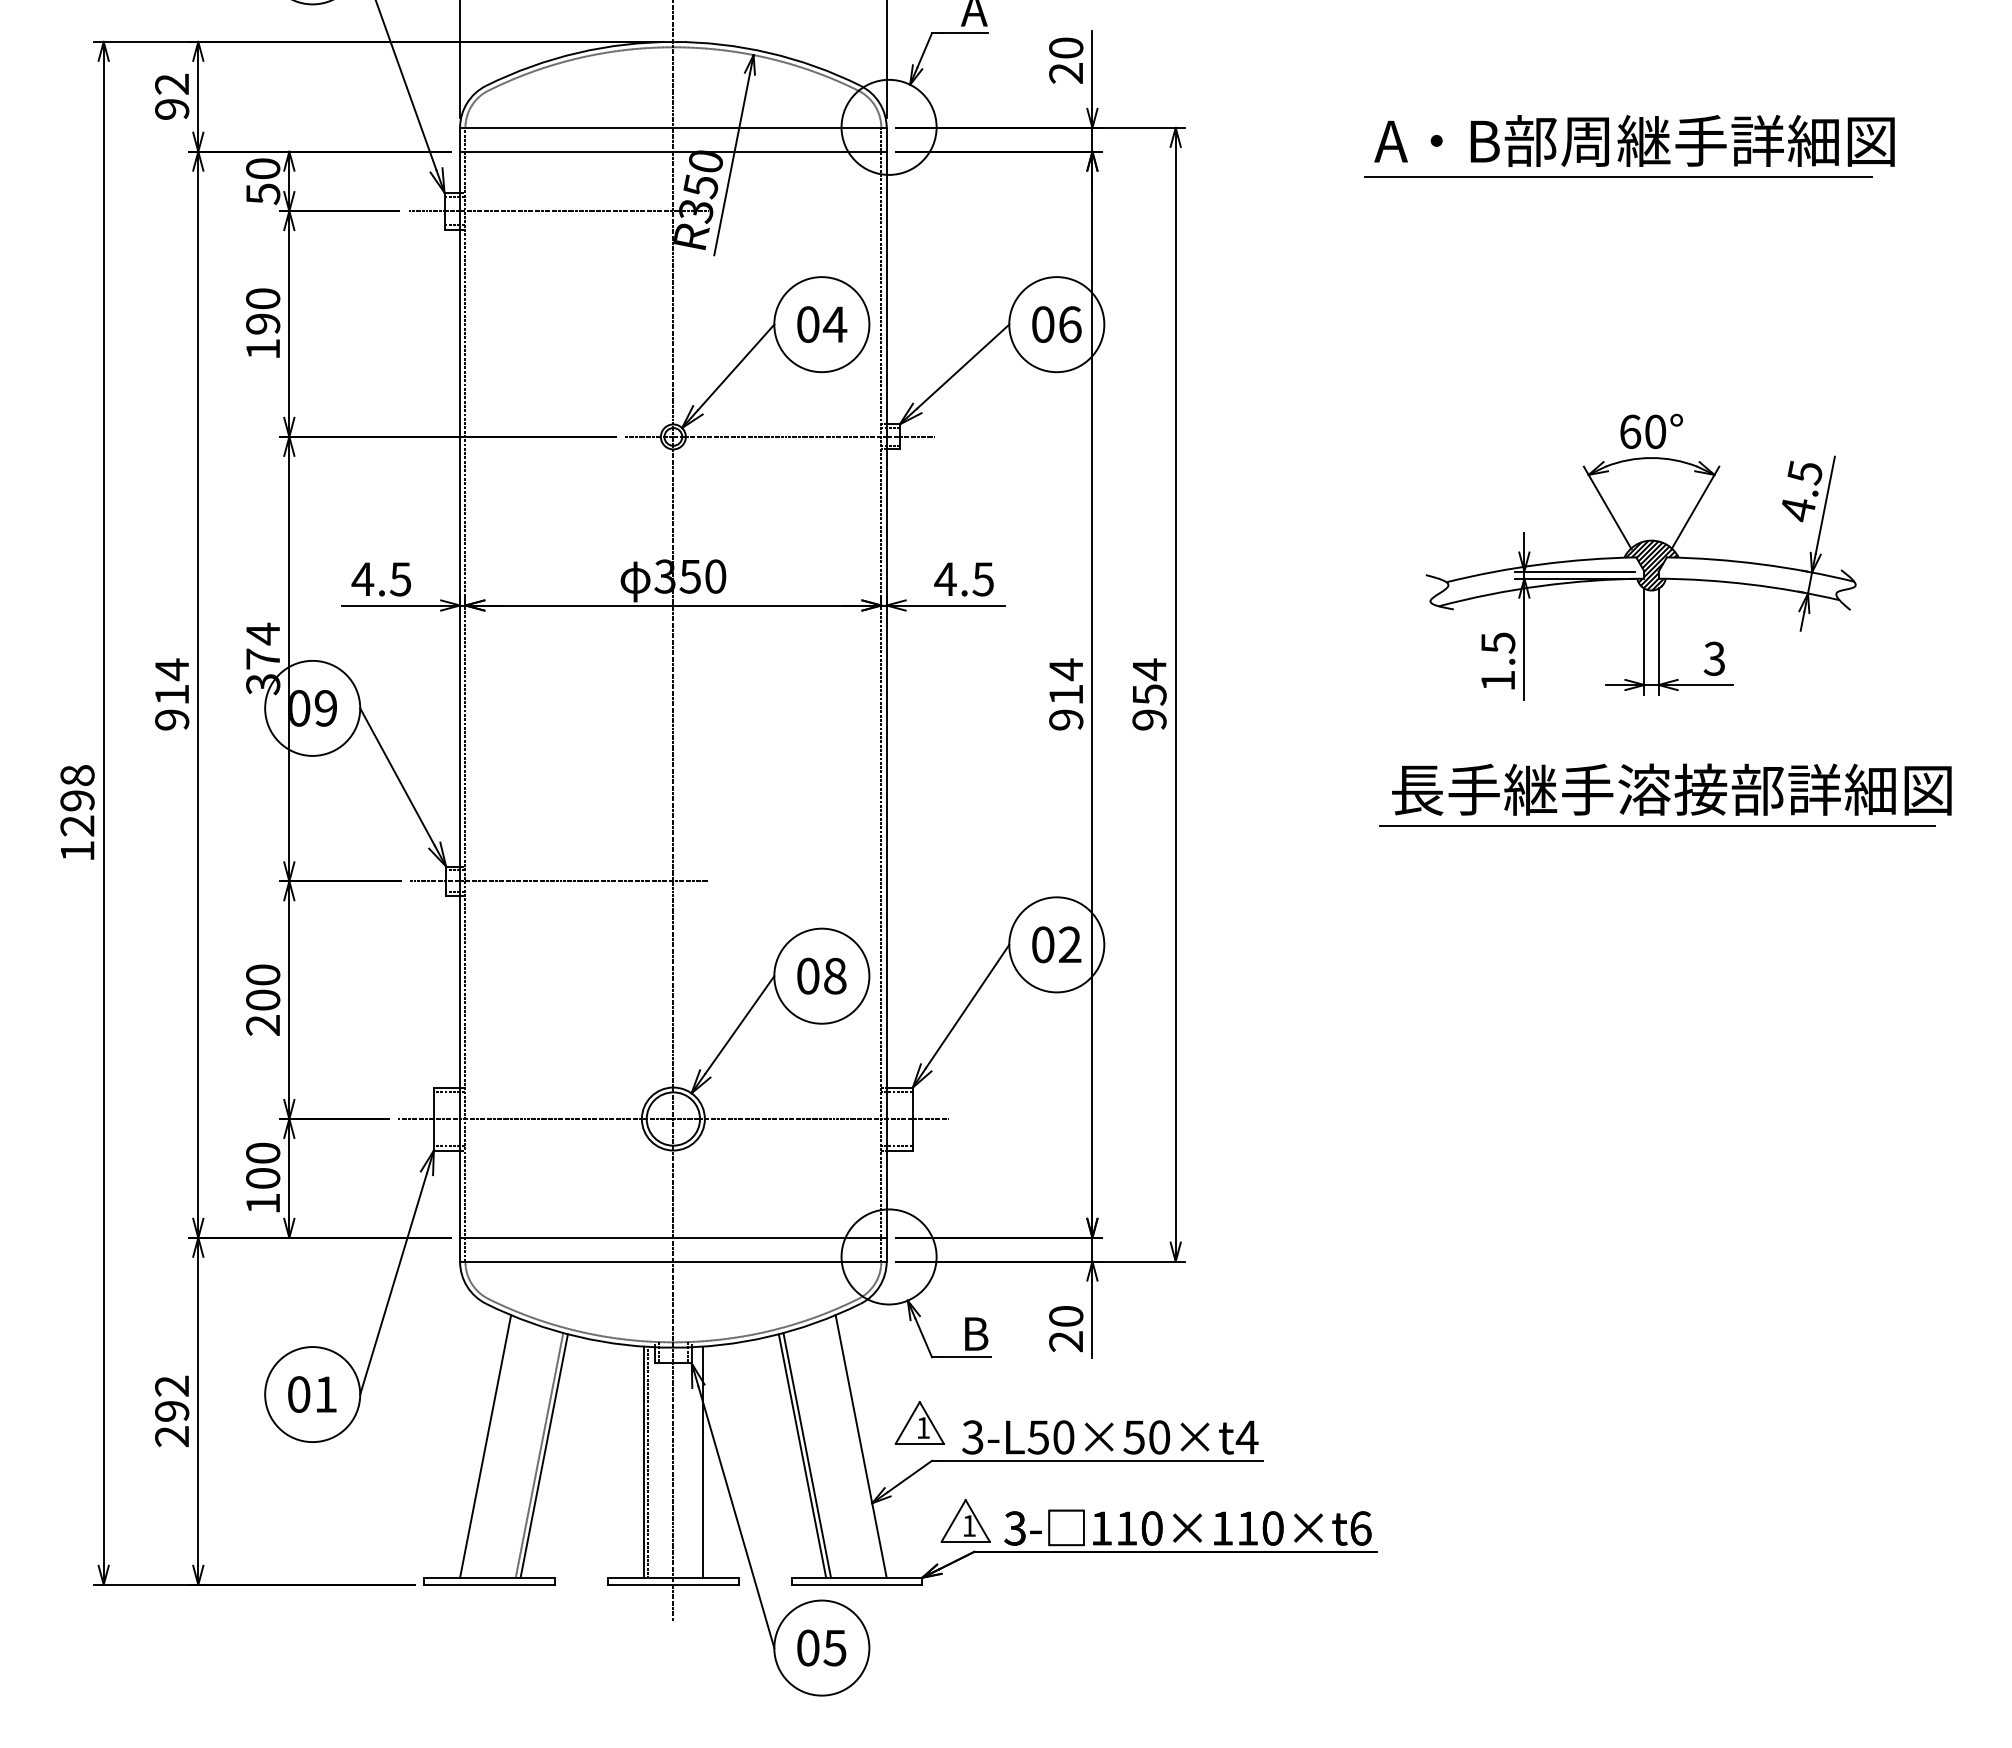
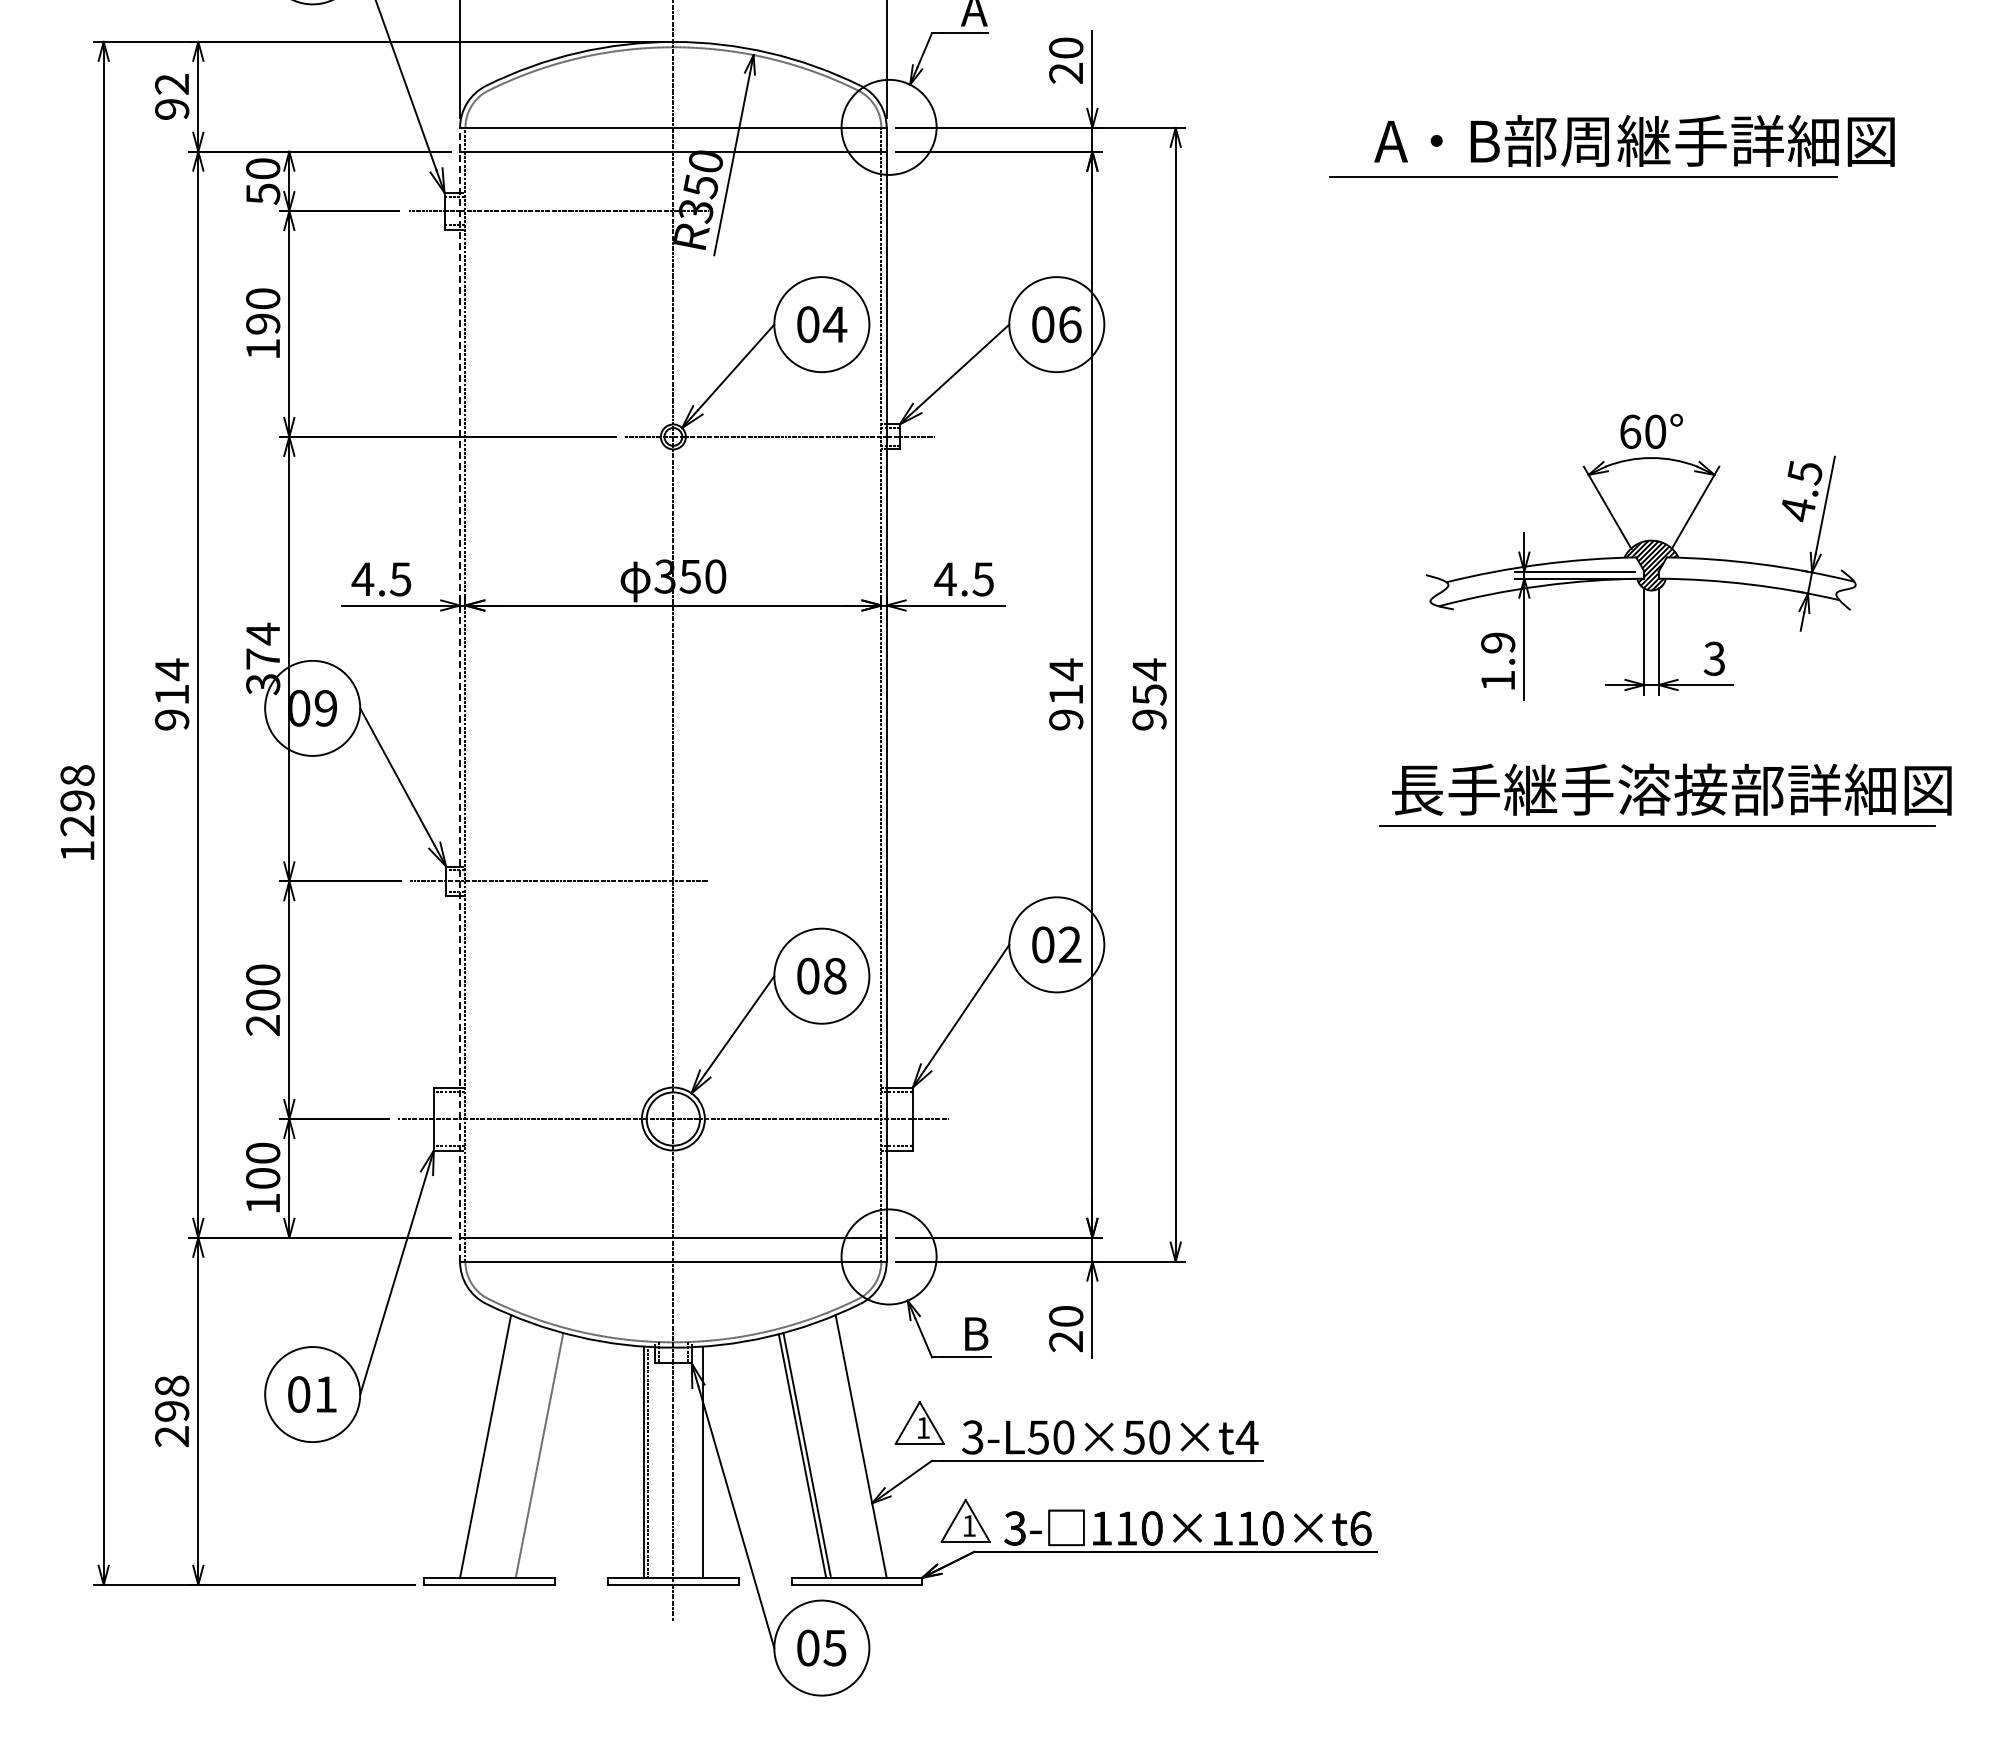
line at (1618, 176) position: (1618, 176) -> (1583, 176)
text at (1498, 642): 1.5 -> 1.9
line at (460, 694): solid -> dashed
text at (172, 1385): 292 -> 298
line at (543, 1455): present -> none
